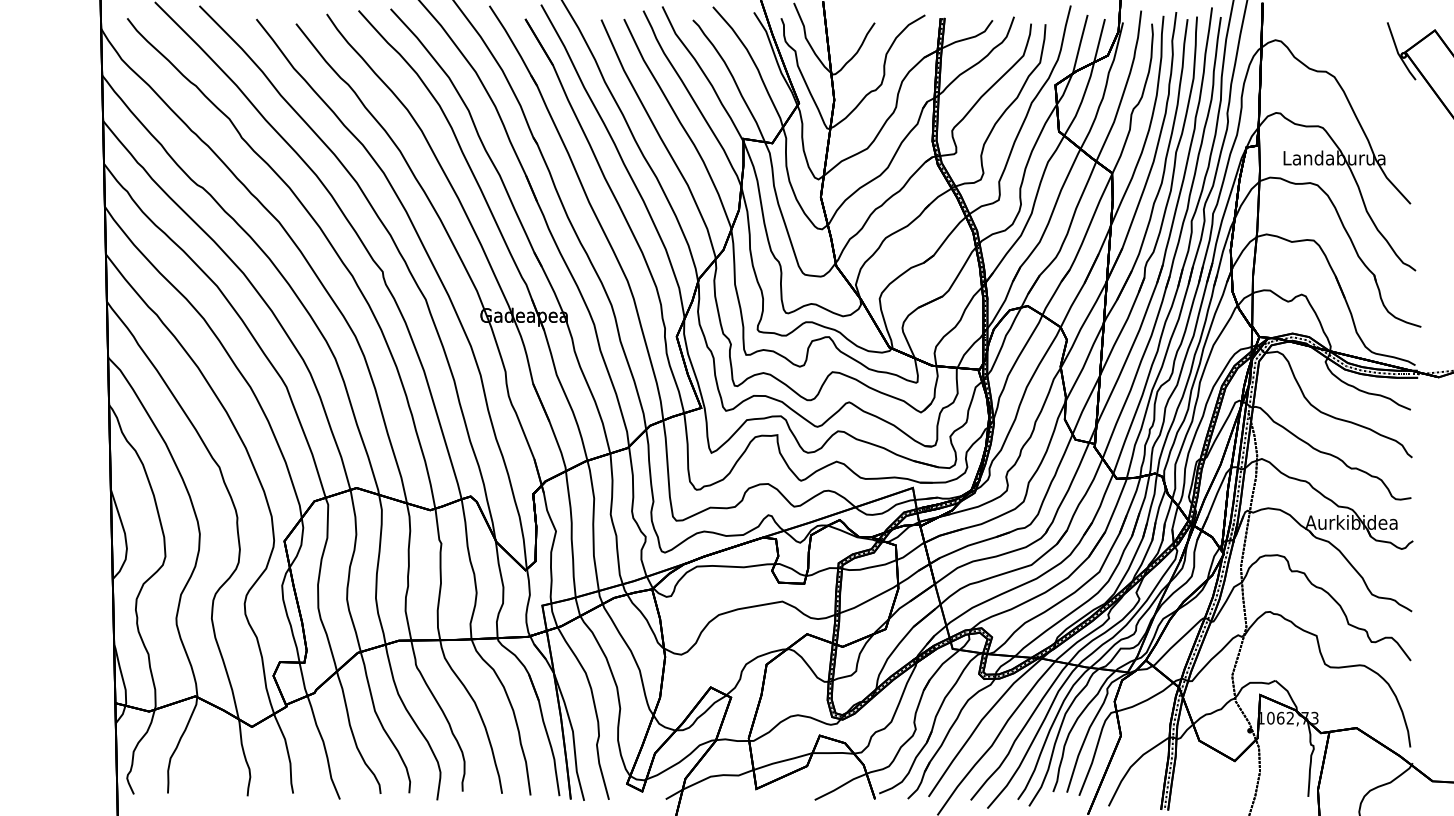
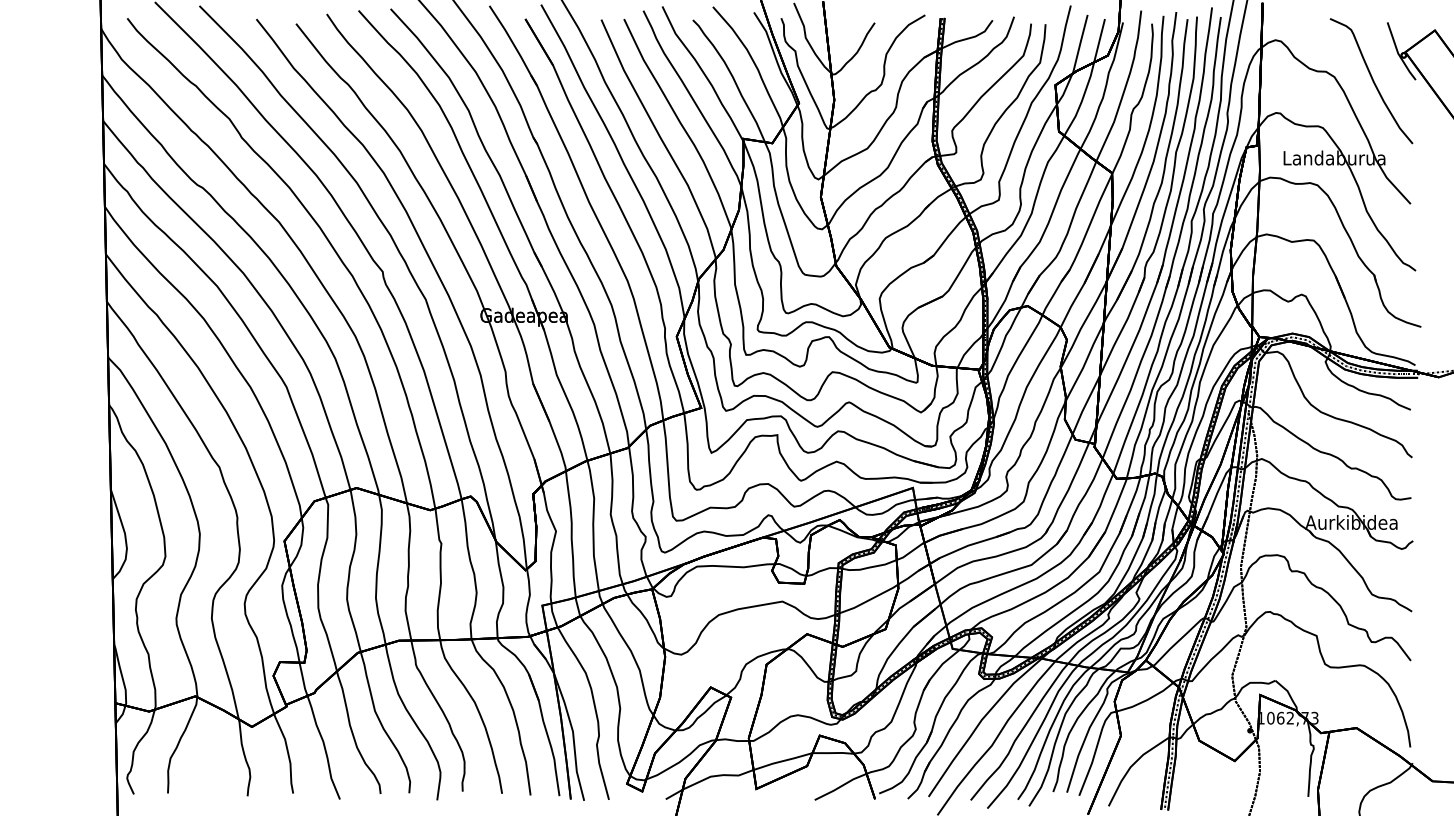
curve at (1372, 81): none -> present
